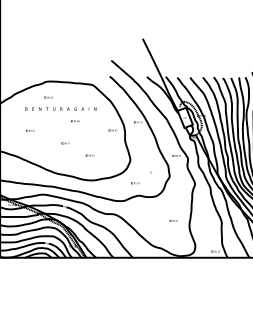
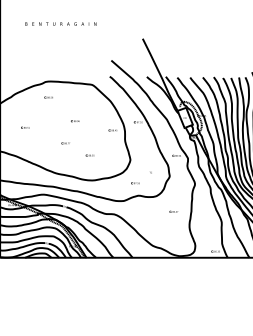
text at (60, 108) position: (60, 108) -> (60, 23)
part at (30, 130) position: (30, 130) -> (25, 127)
part at (173, 220) position: (173, 220) -> (173, 211)
